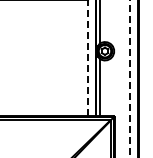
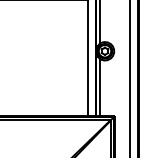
line at (88, 58): dashed -> solid
line at (130, 78): dashed -> solid
